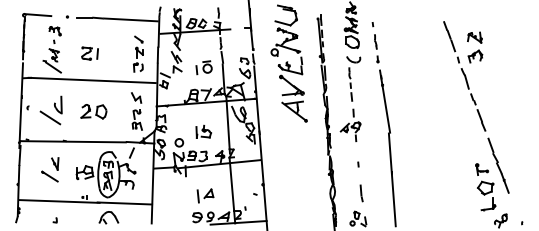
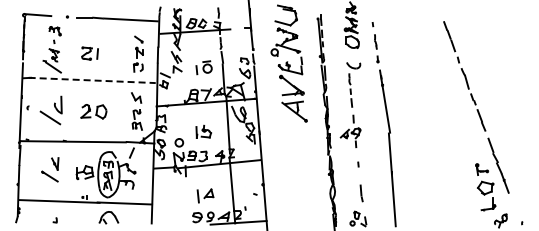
part at (475, 47): present -> none
line at (92, 80): solid -> dashed
part at (350, 98) position: (350, 98) -> (350, 104)
